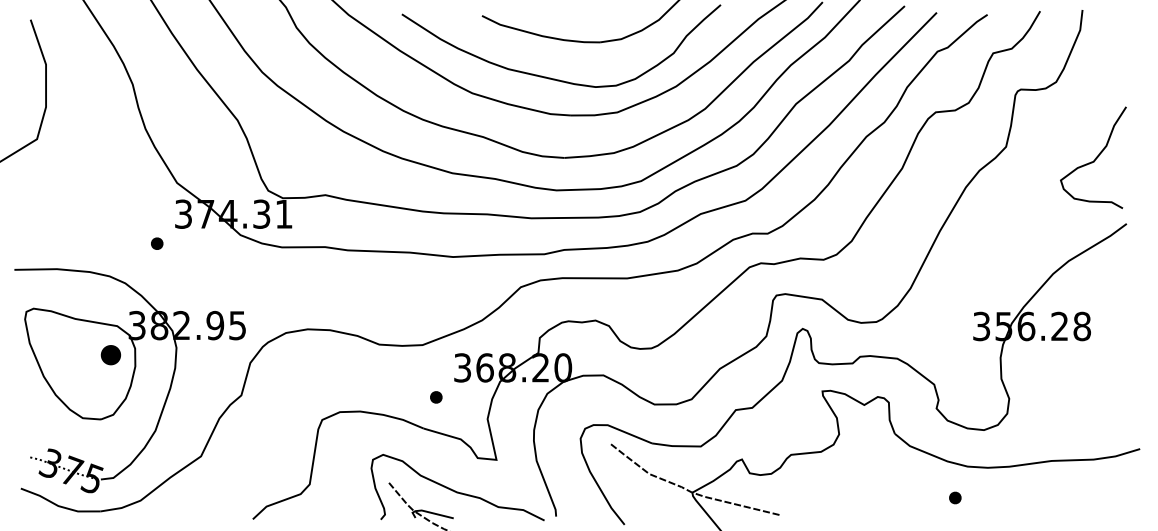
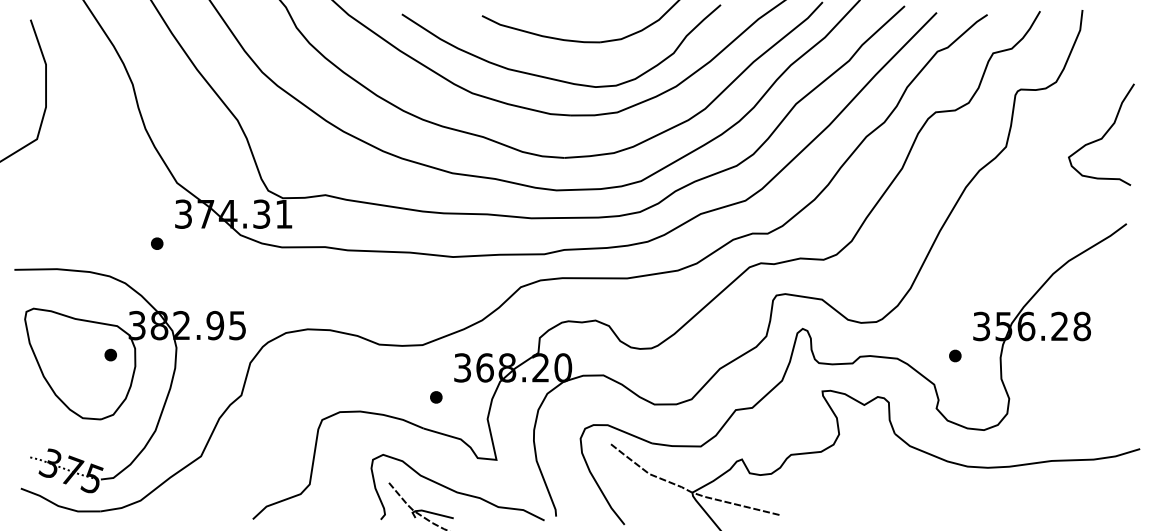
curve at (1095, 157) position: (1095, 157) -> (1103, 134)
part at (110, 355) size: 22x21 px -> 13x14 px
part at (955, 497) position: (955, 497) -> (955, 355)
